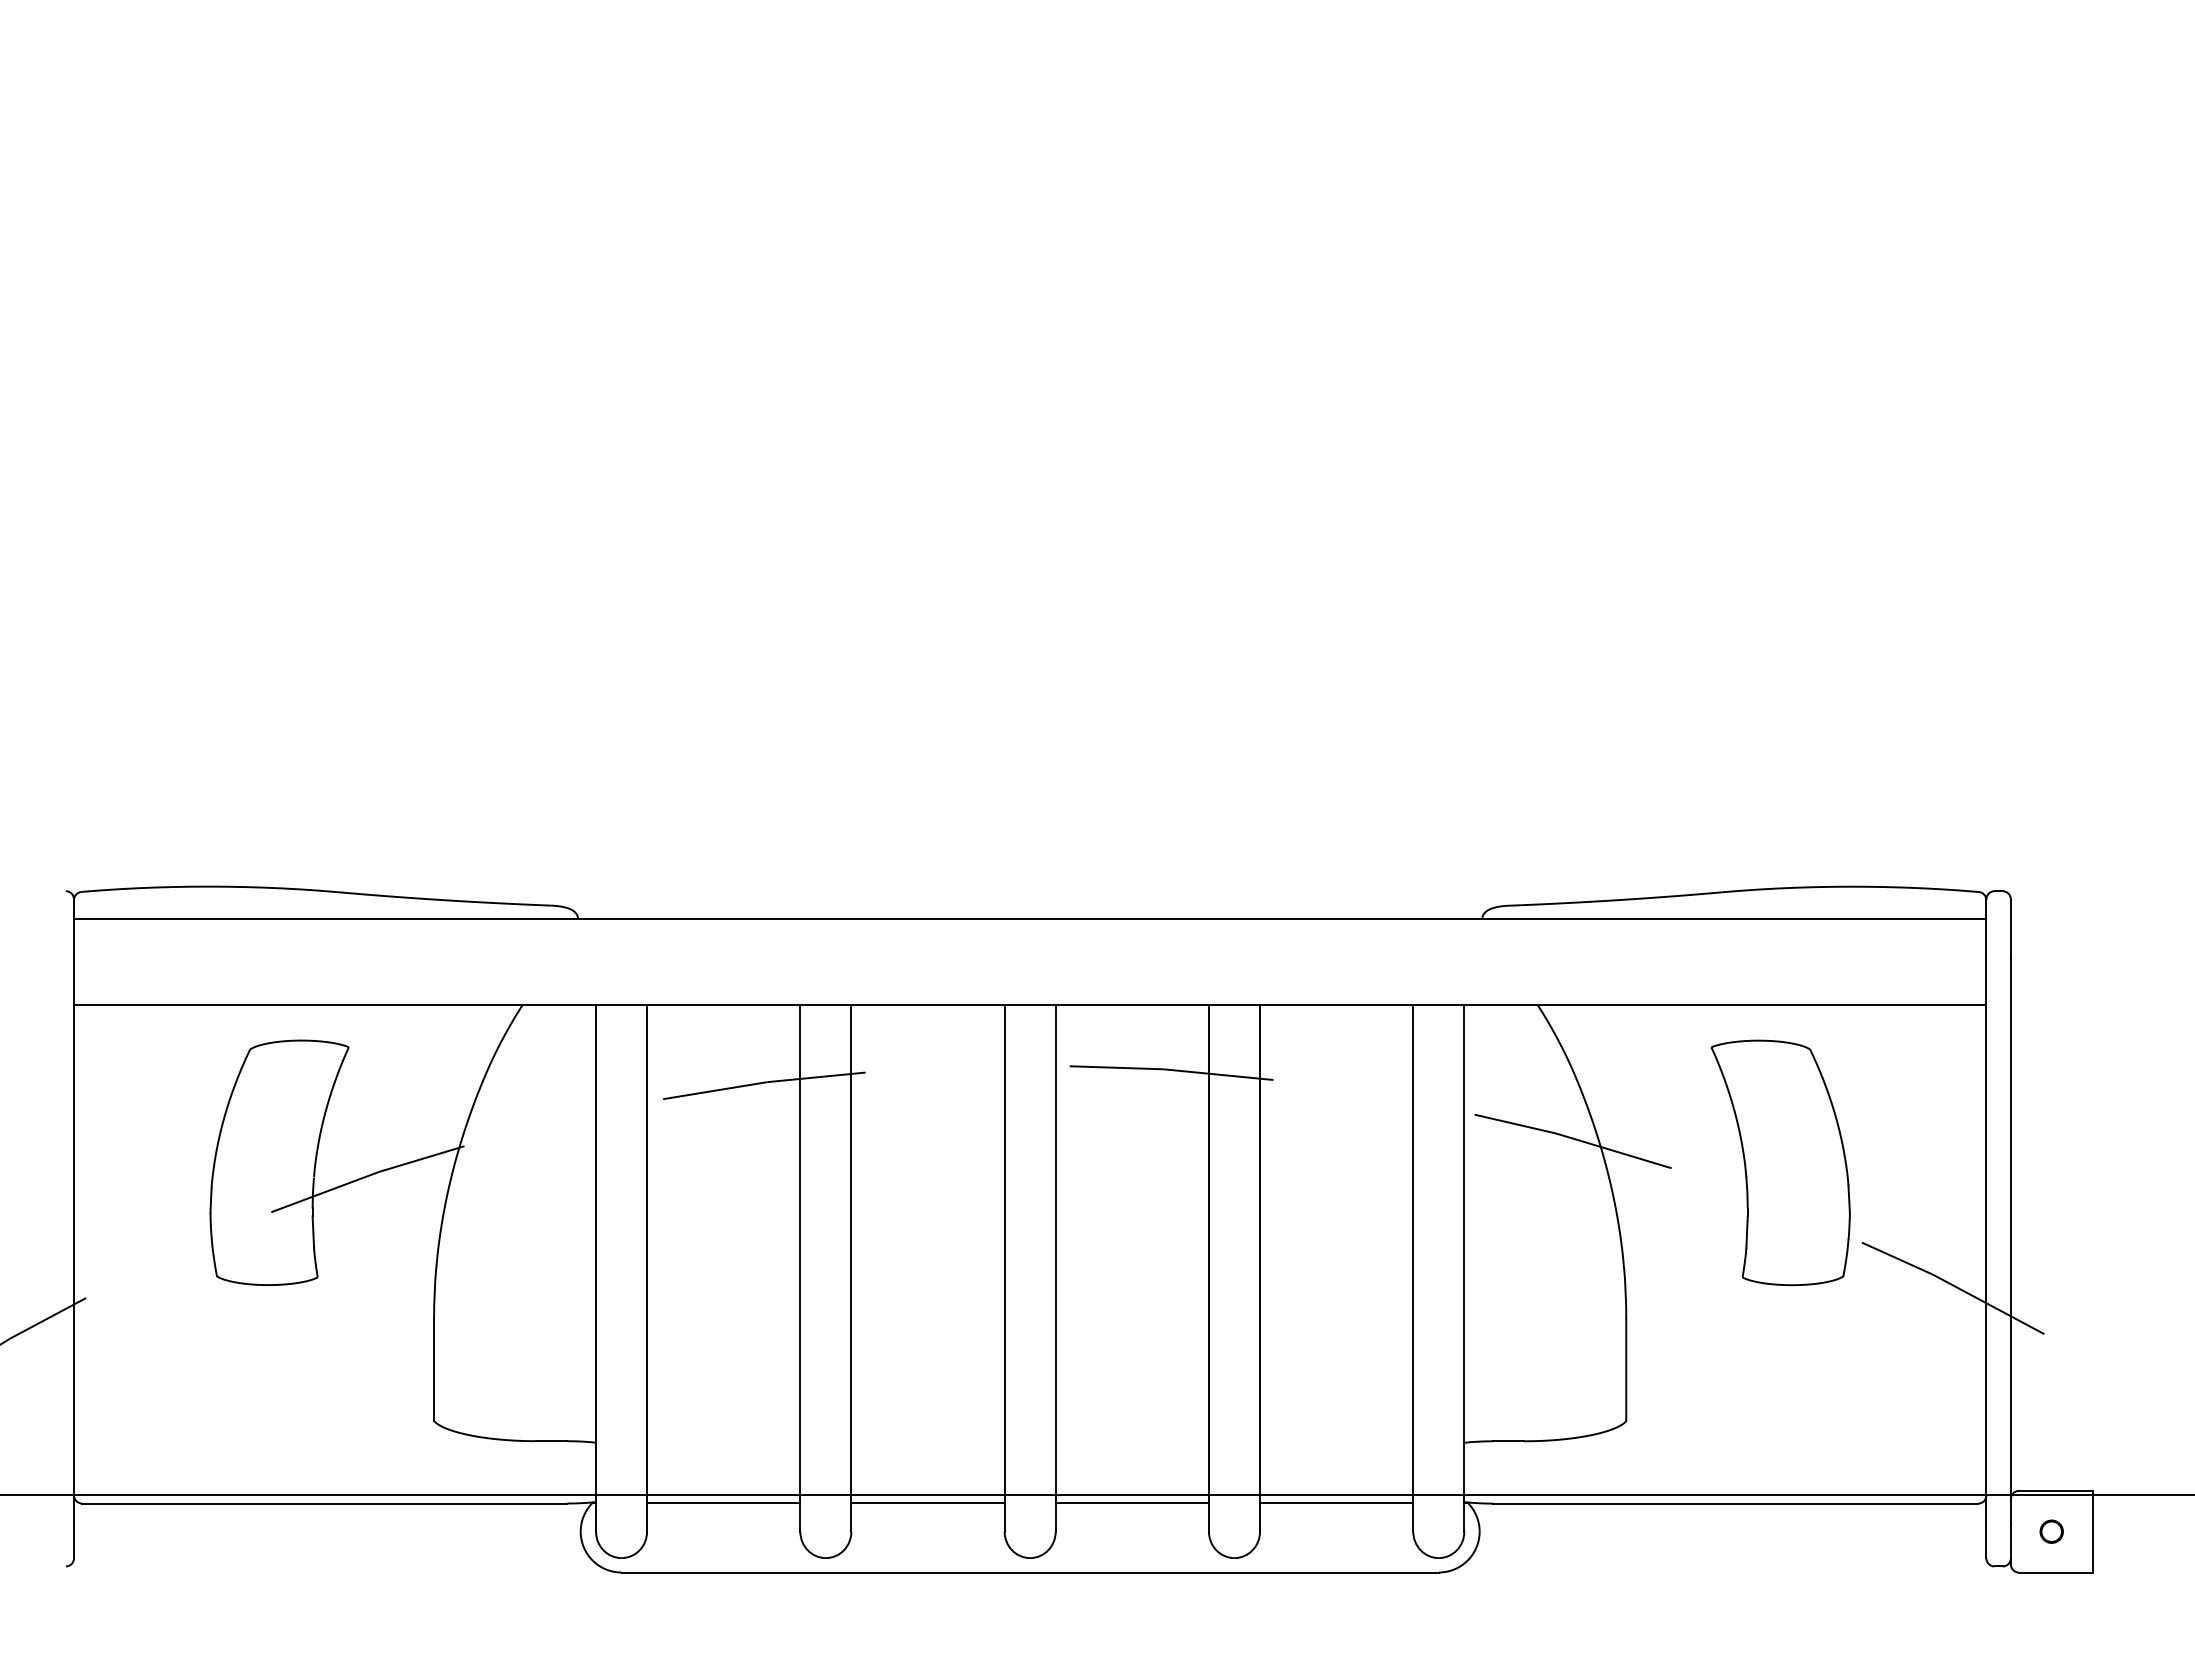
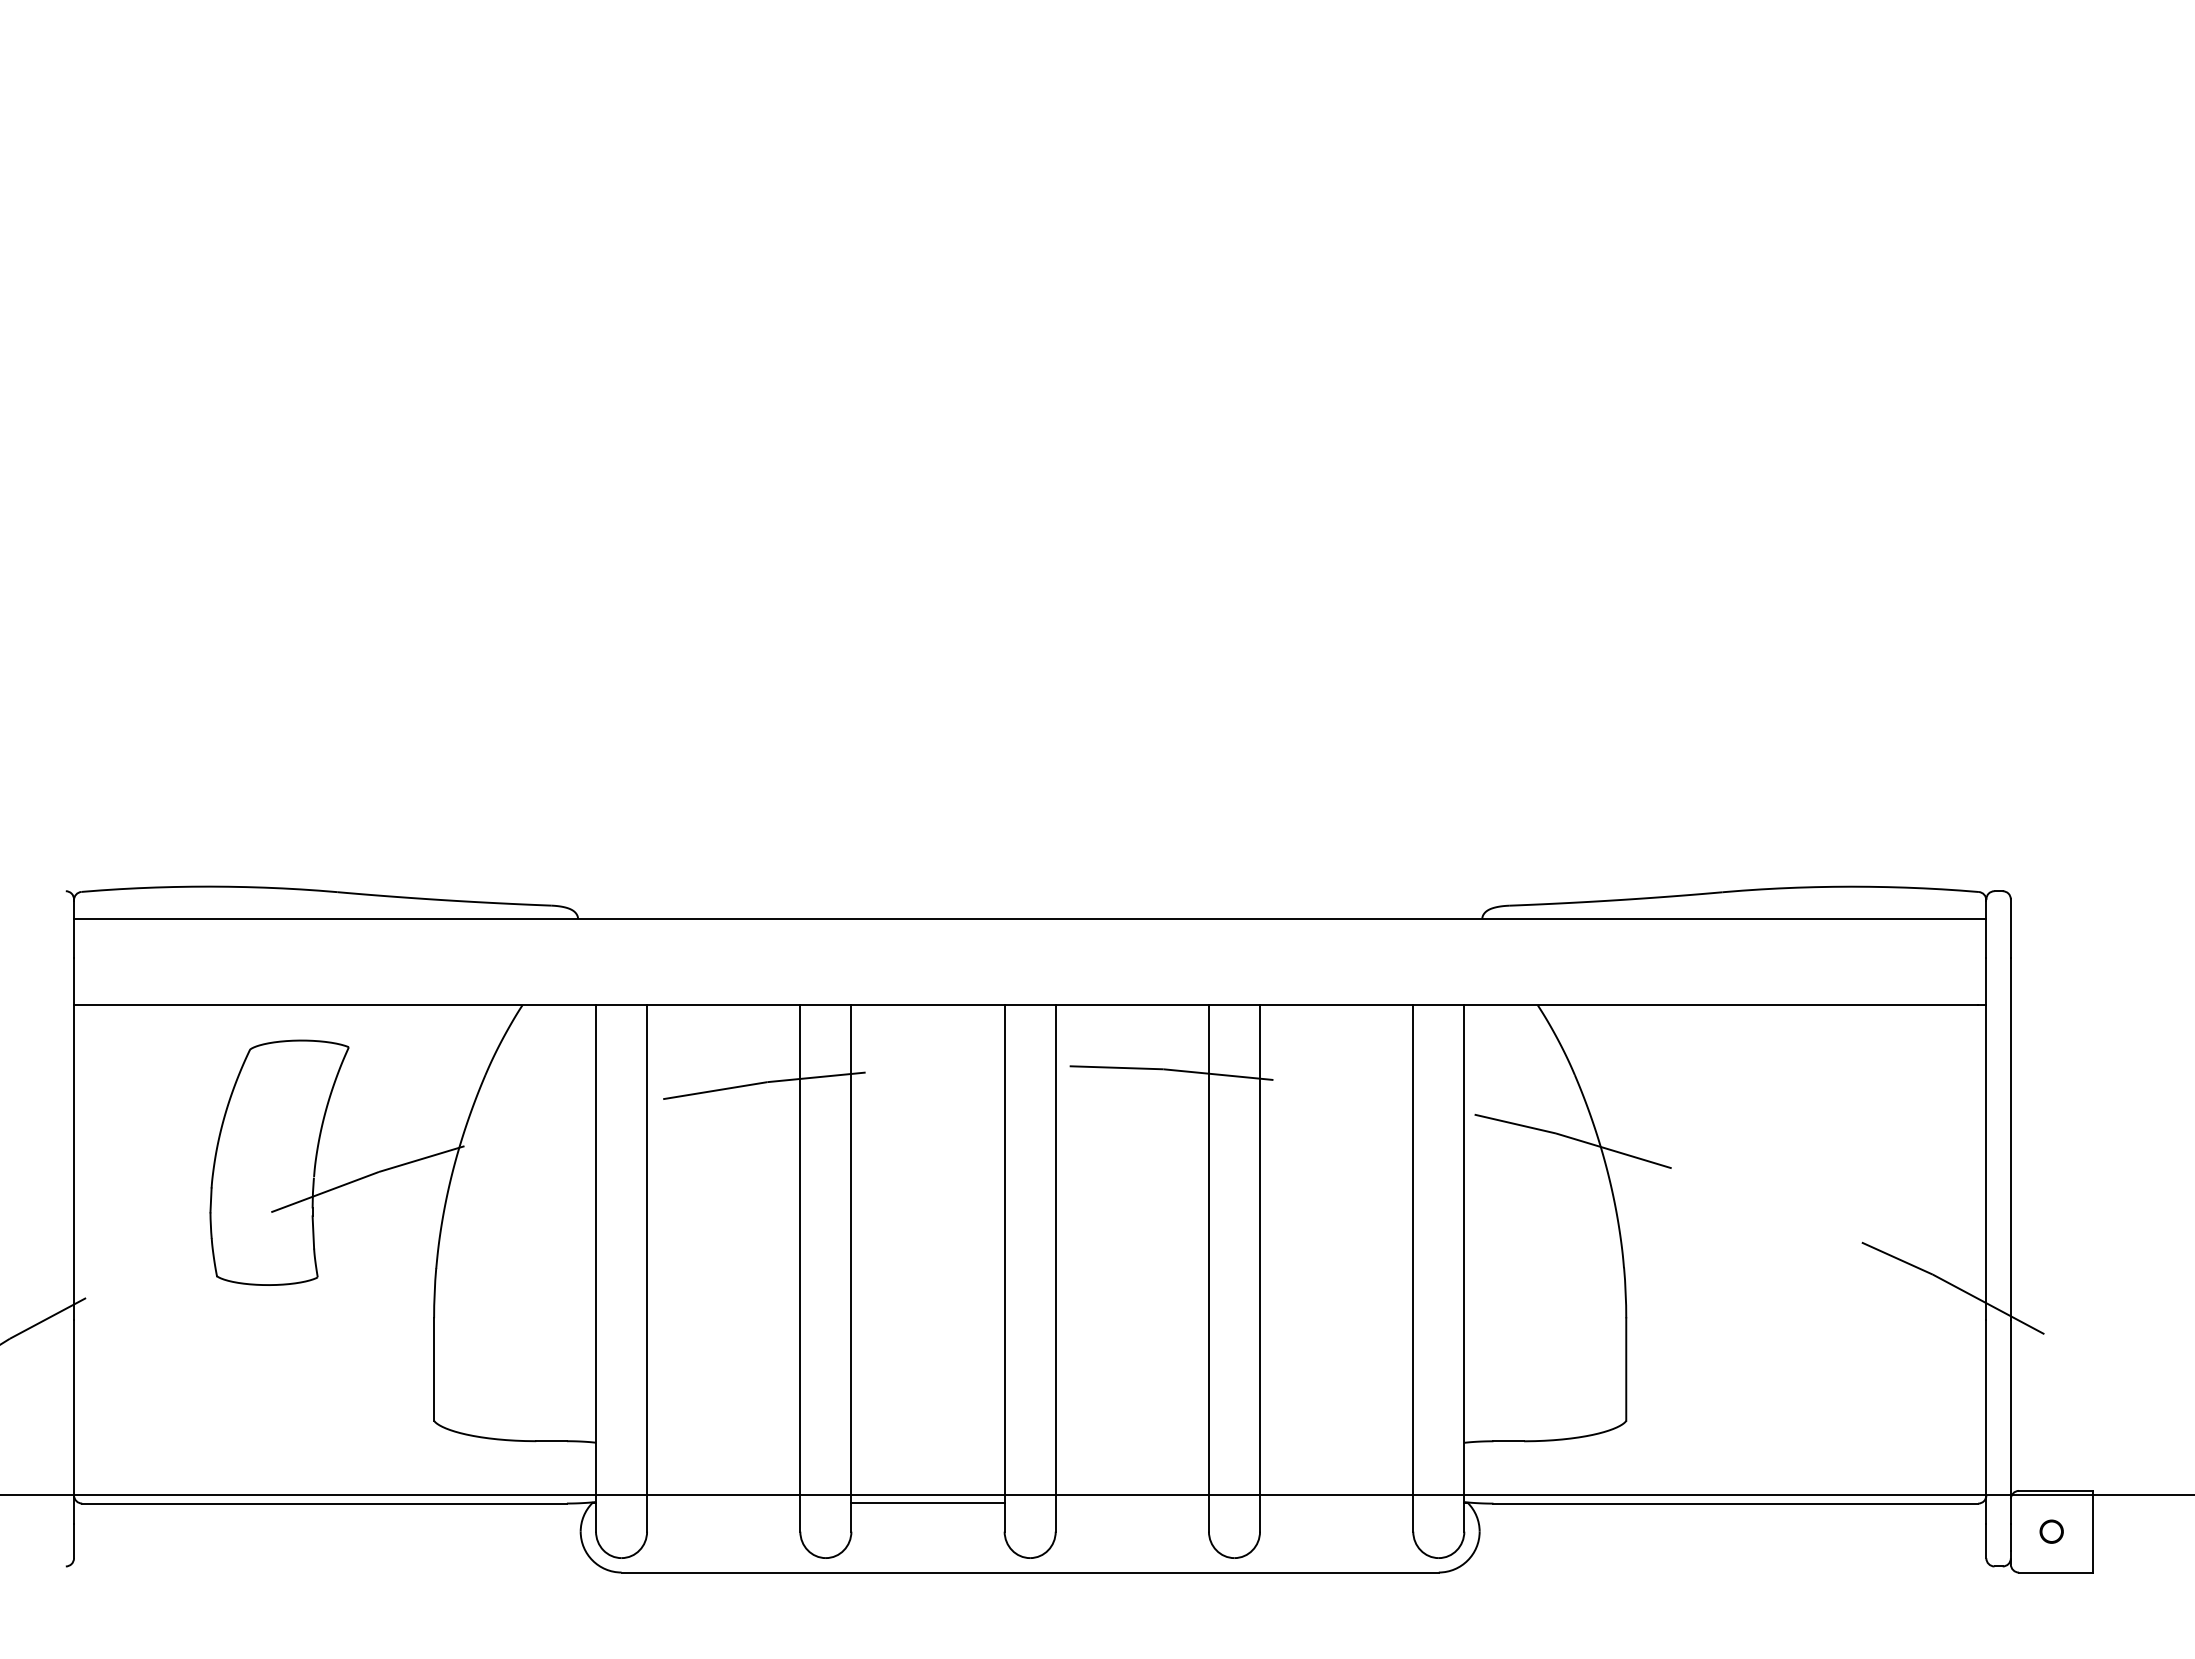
part at (1780, 1162): present -> none
line at (723, 1503): present -> none
line at (1131, 1503): present -> none
line at (1336, 1503): present -> none
